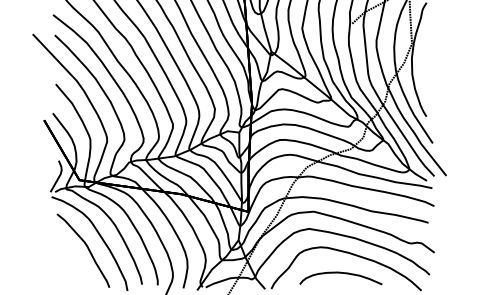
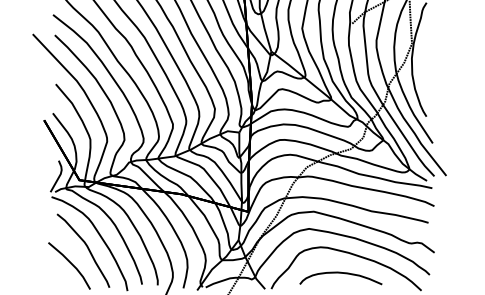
line at (70, 264): none -> present
